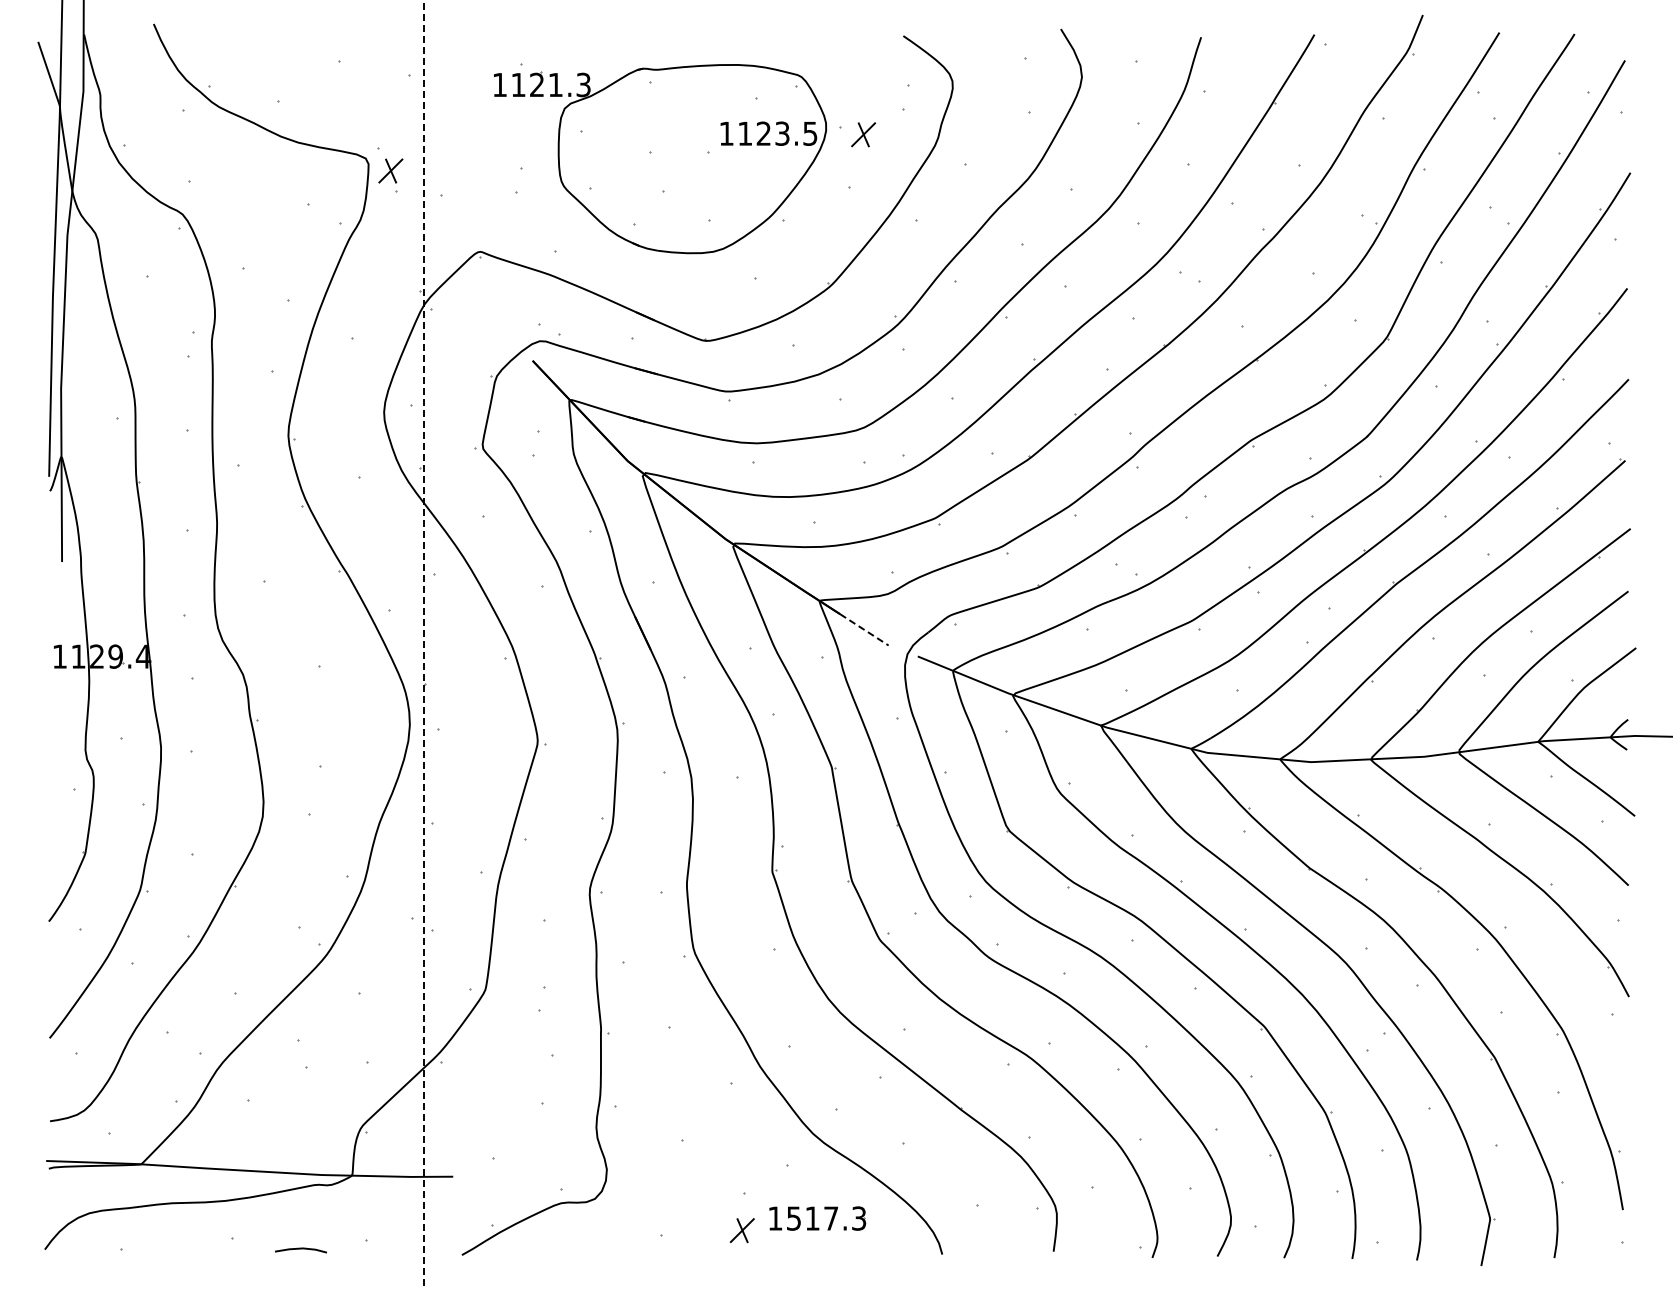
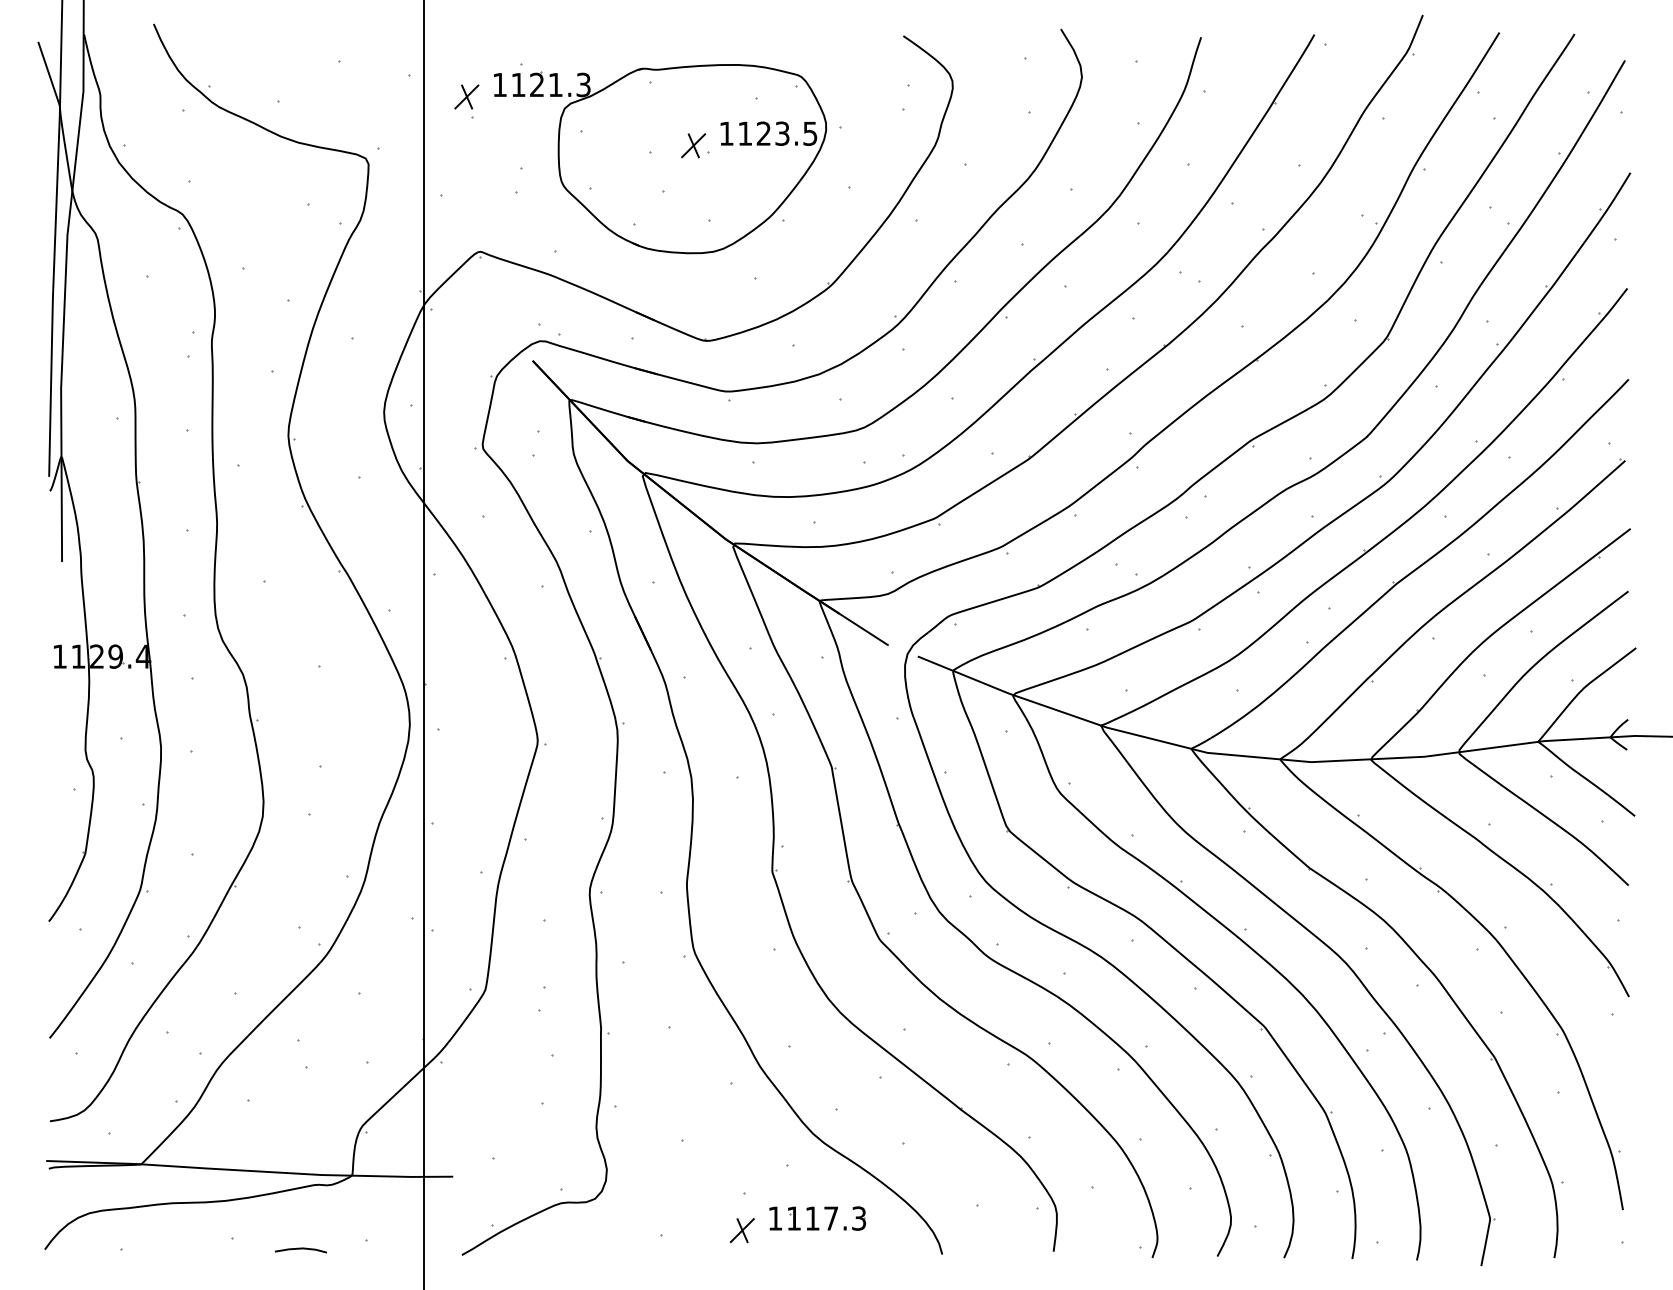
part at (863, 134) position: (863, 134) -> (693, 145)
part at (390, 175) position: (390, 175) -> (466, 101)
line at (864, 629): dashed -> solid
line at (424, 645): dashed -> solid
text at (793, 1218): 1517.3 -> 1117.3
